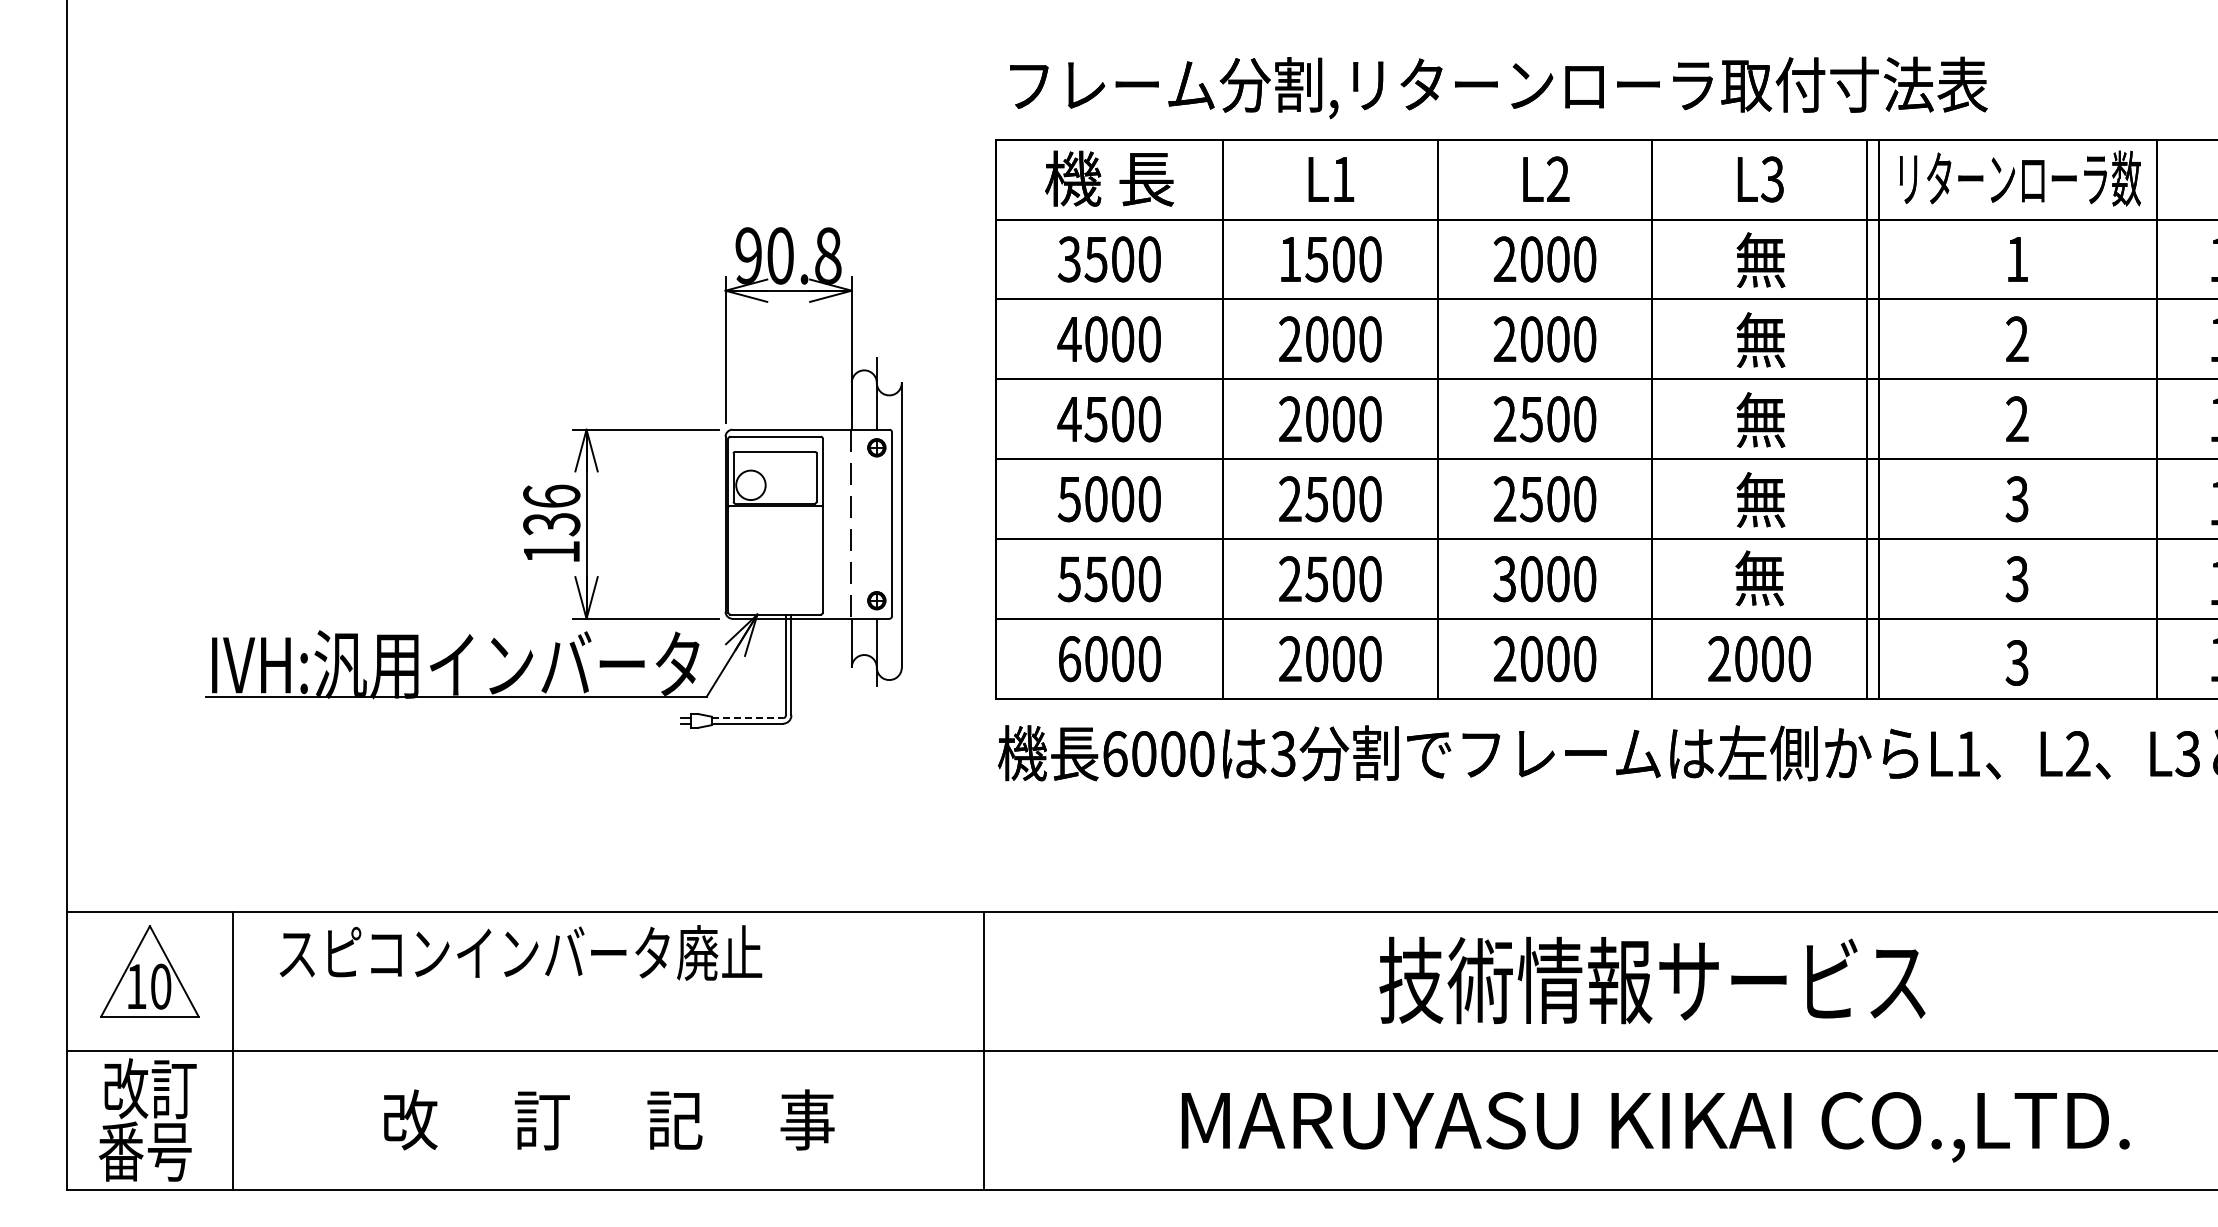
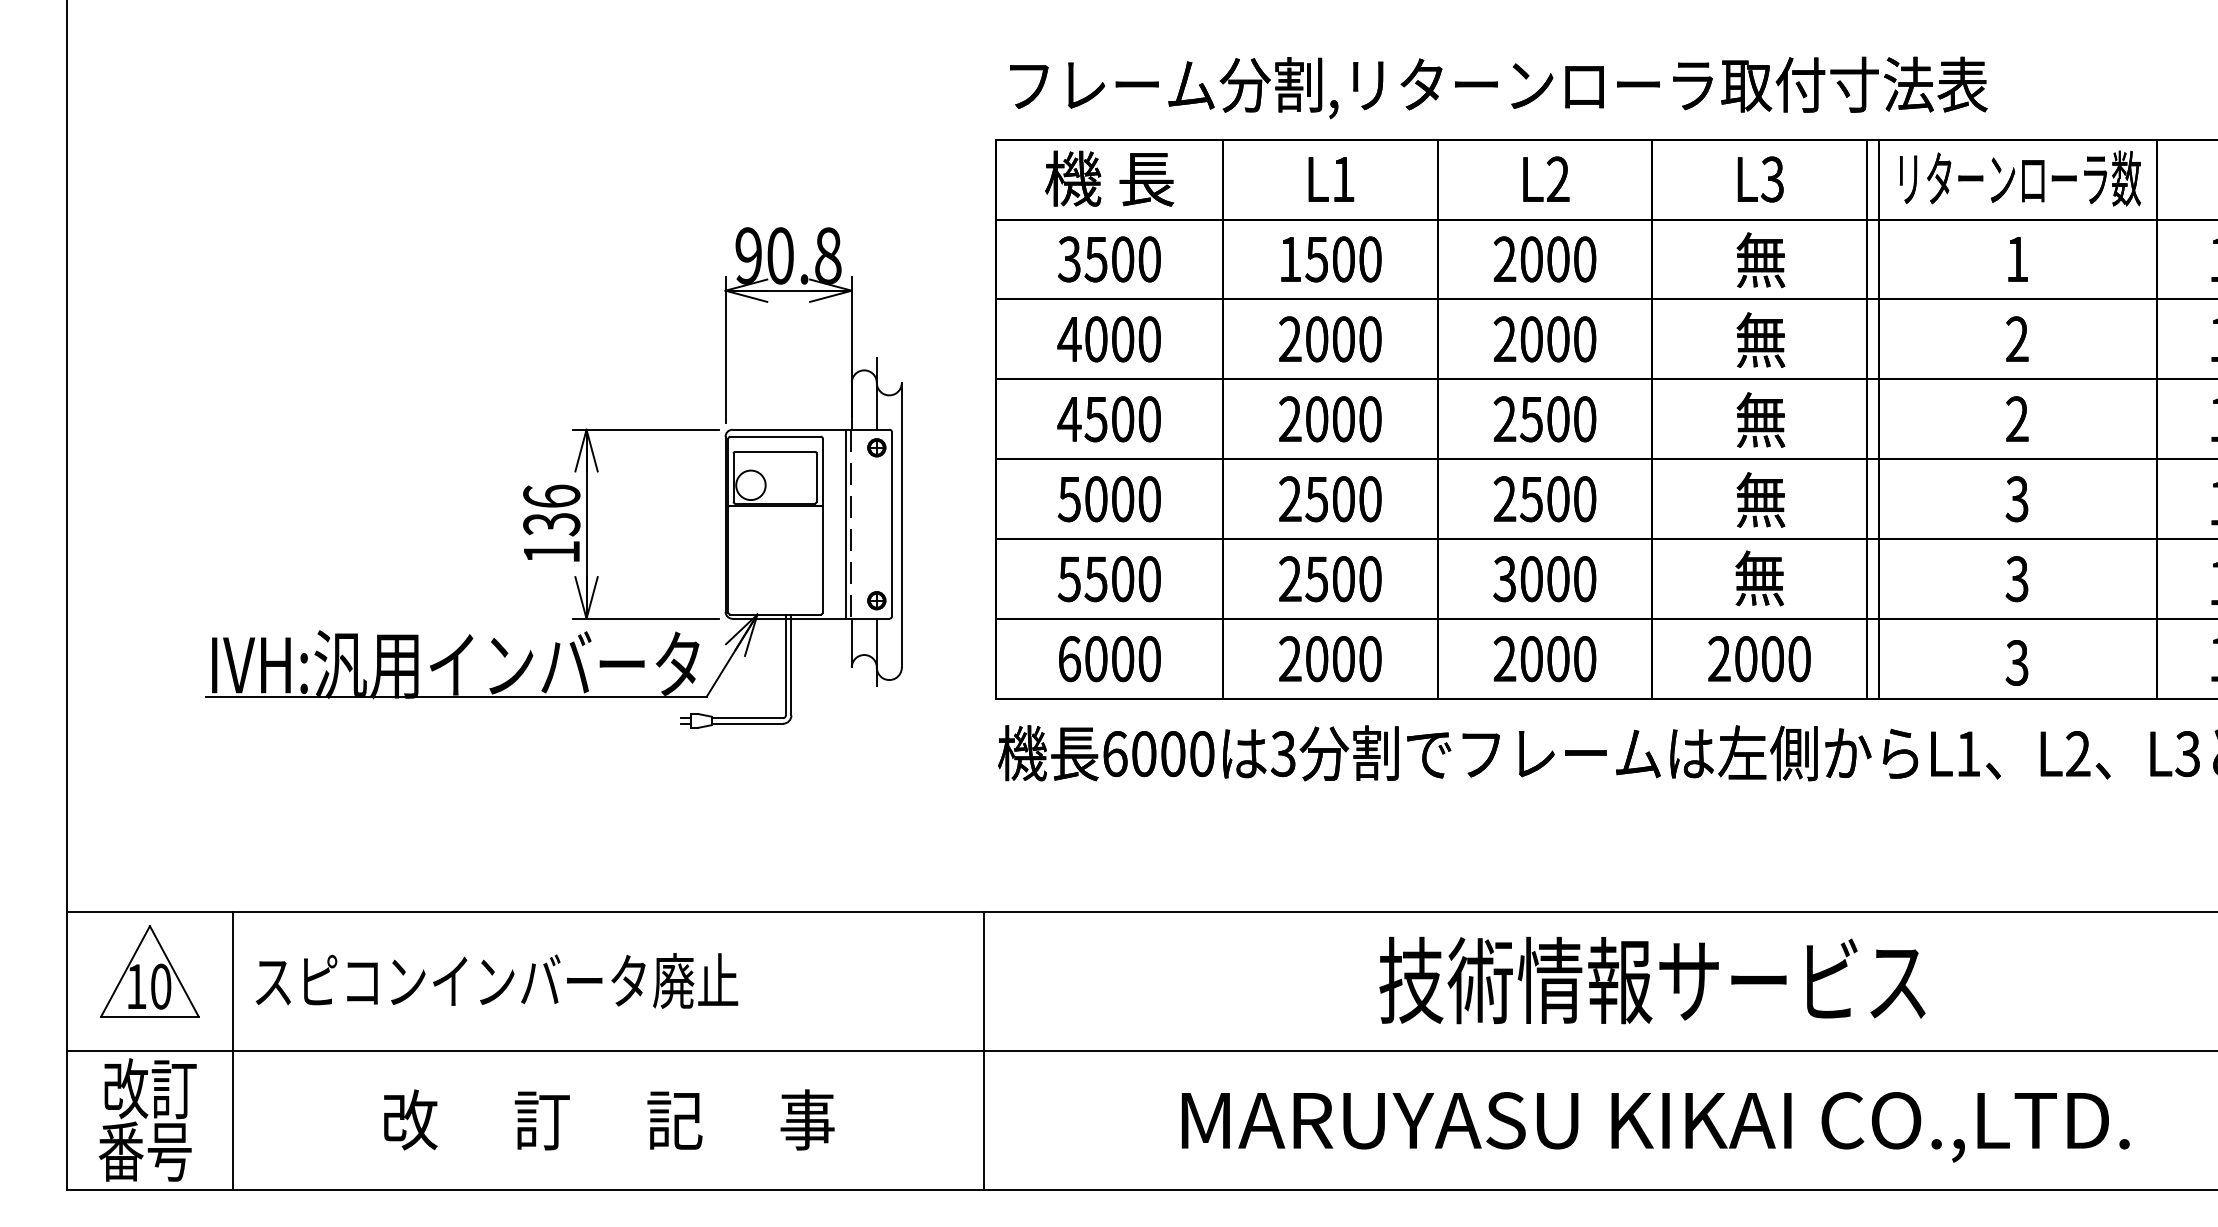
line at (846, 523): none -> present
line at (747, 718): dashed -> solid
text at (520, 952) position: (520, 952) -> (496, 980)
